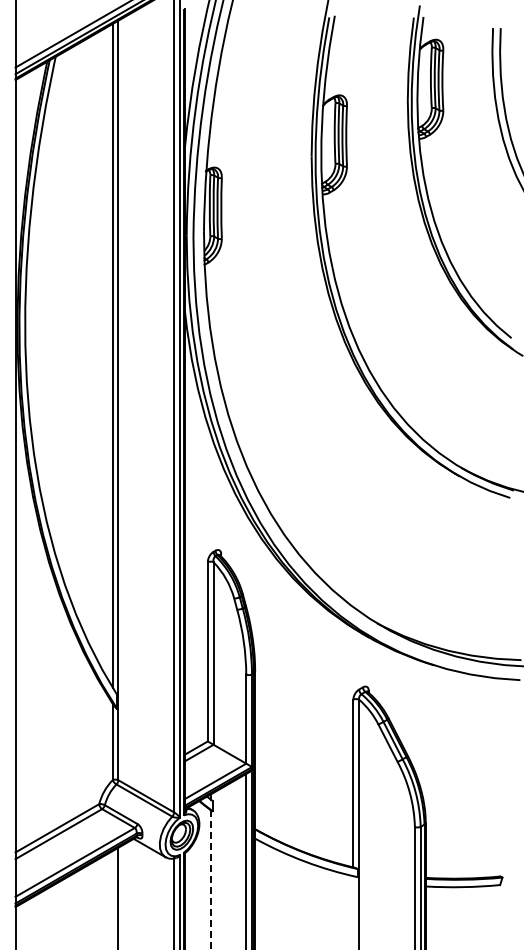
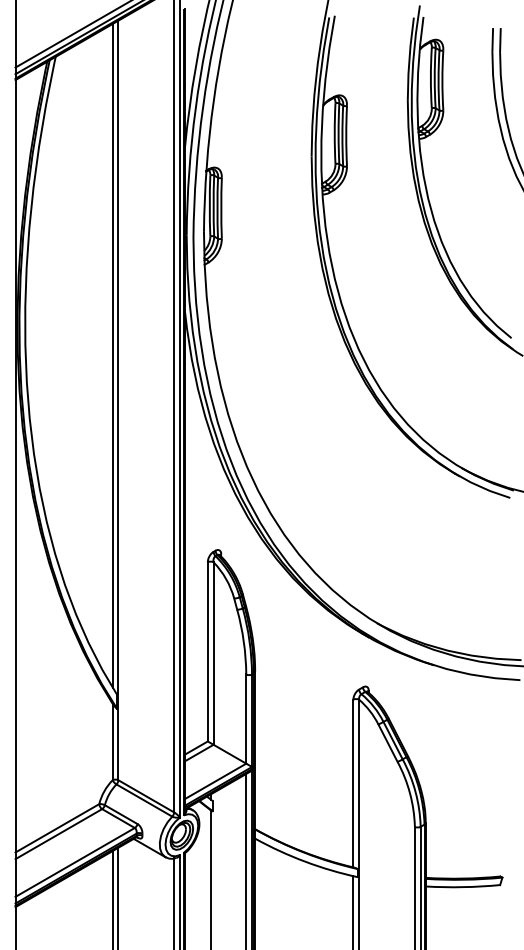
line at (210, 879): dashed -> solid
line at (112, 898): none -> present
line at (353, 911): none -> present
